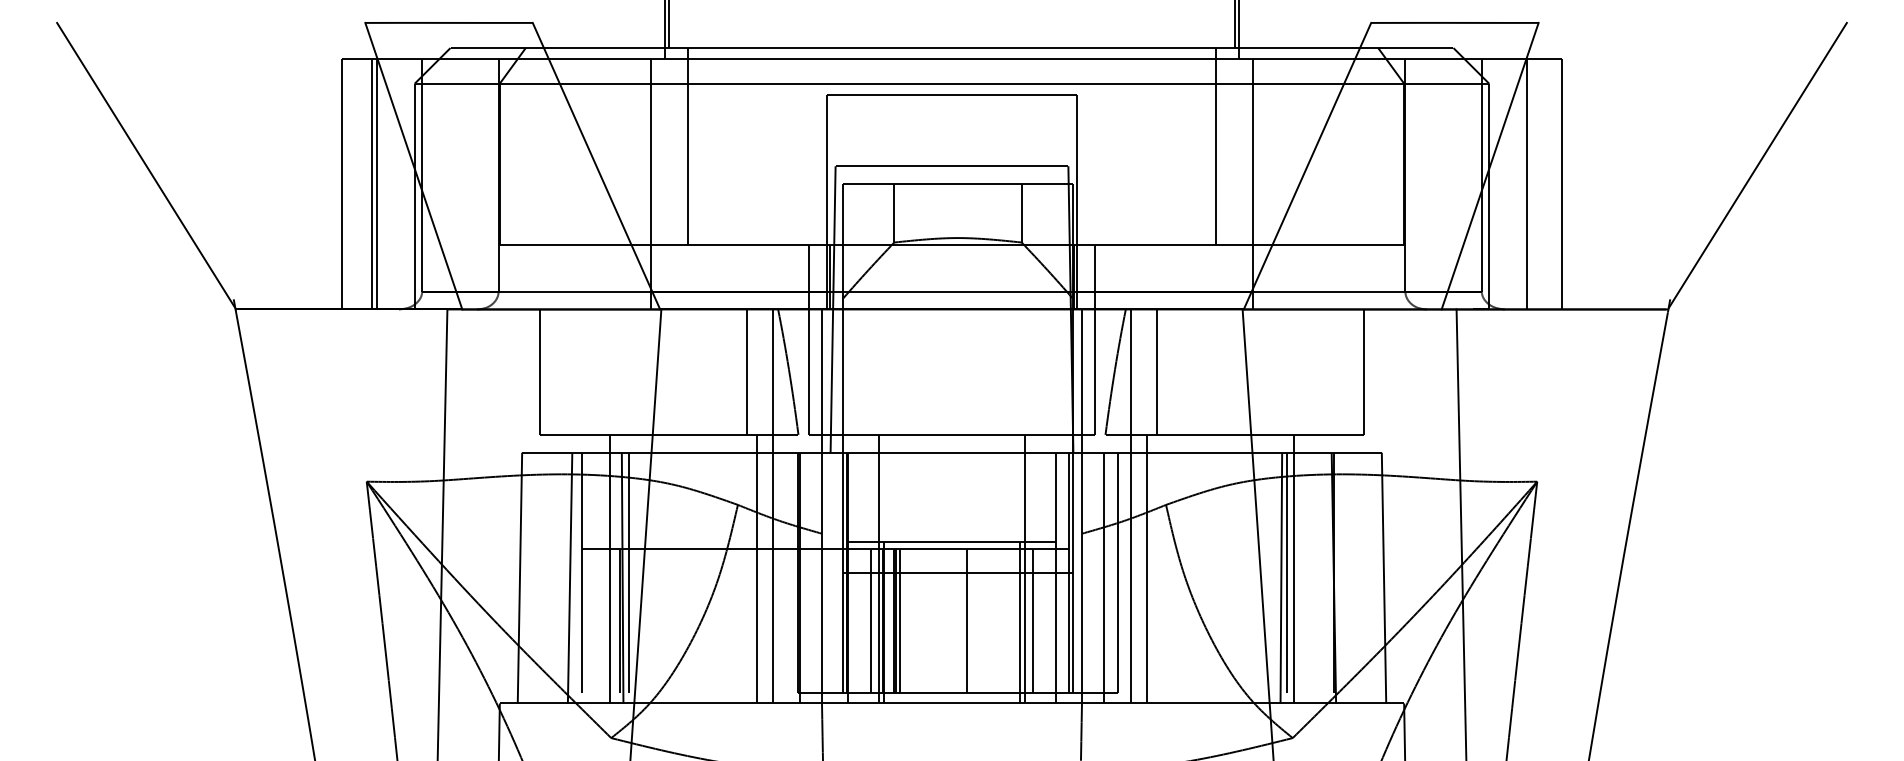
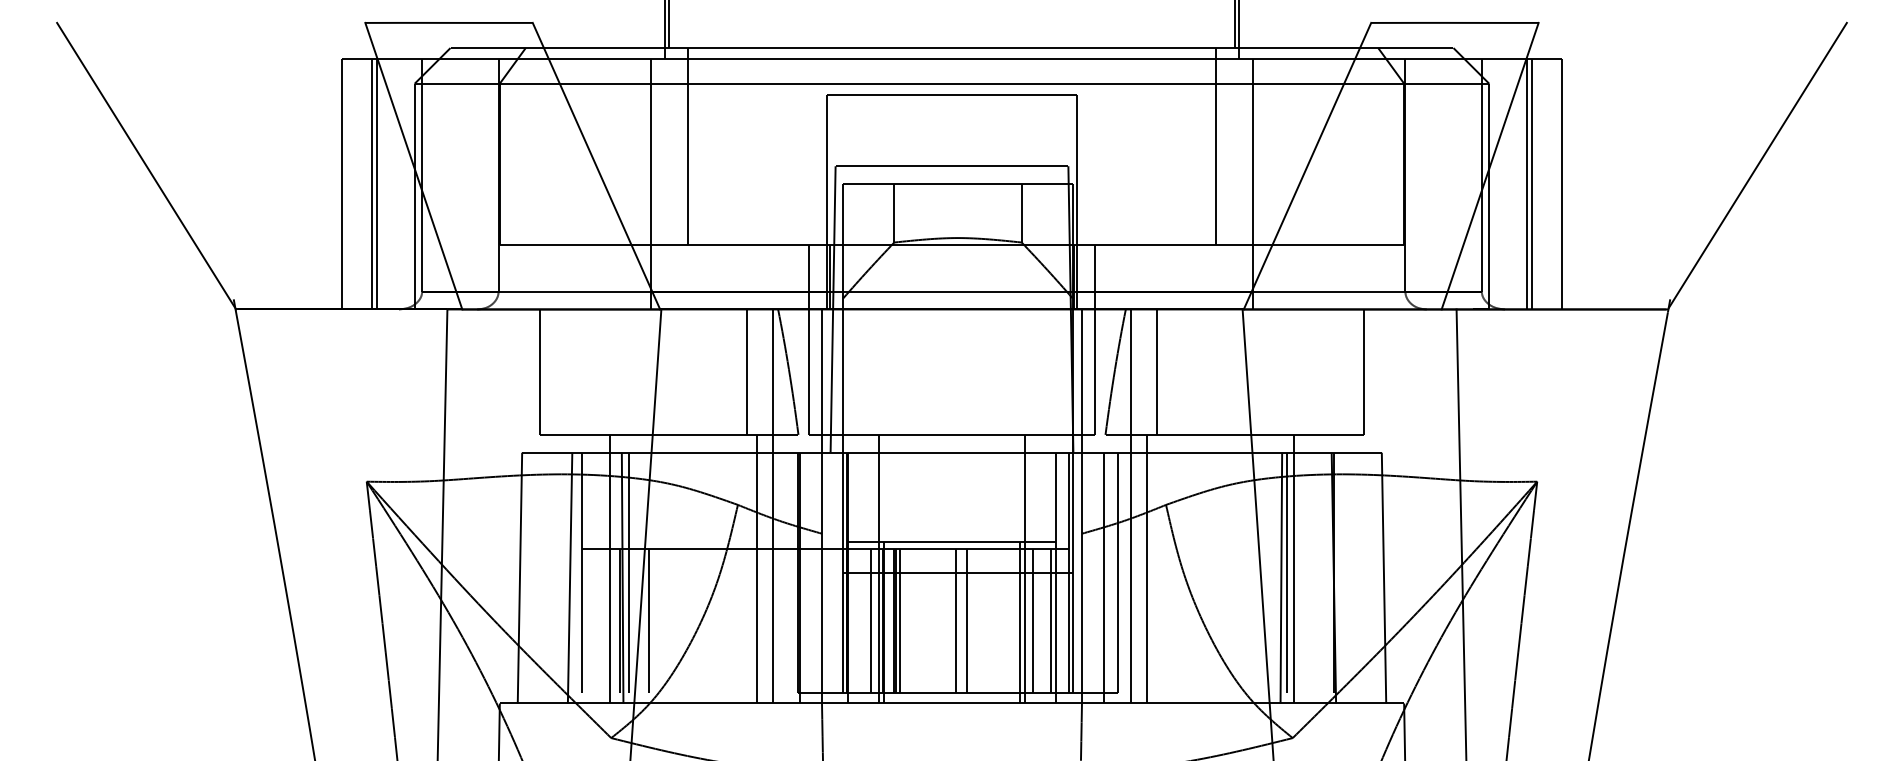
line at (1532, 183): none -> present
line at (649, 620): none -> present
line at (955, 620): none -> present
line at (1051, 620): none -> present
